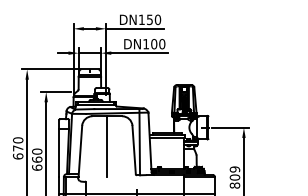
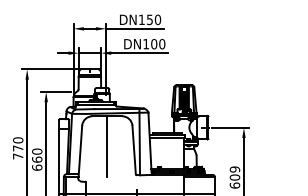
text at (18, 156): 670 -> 770
text at (234, 185): 809 -> 609
